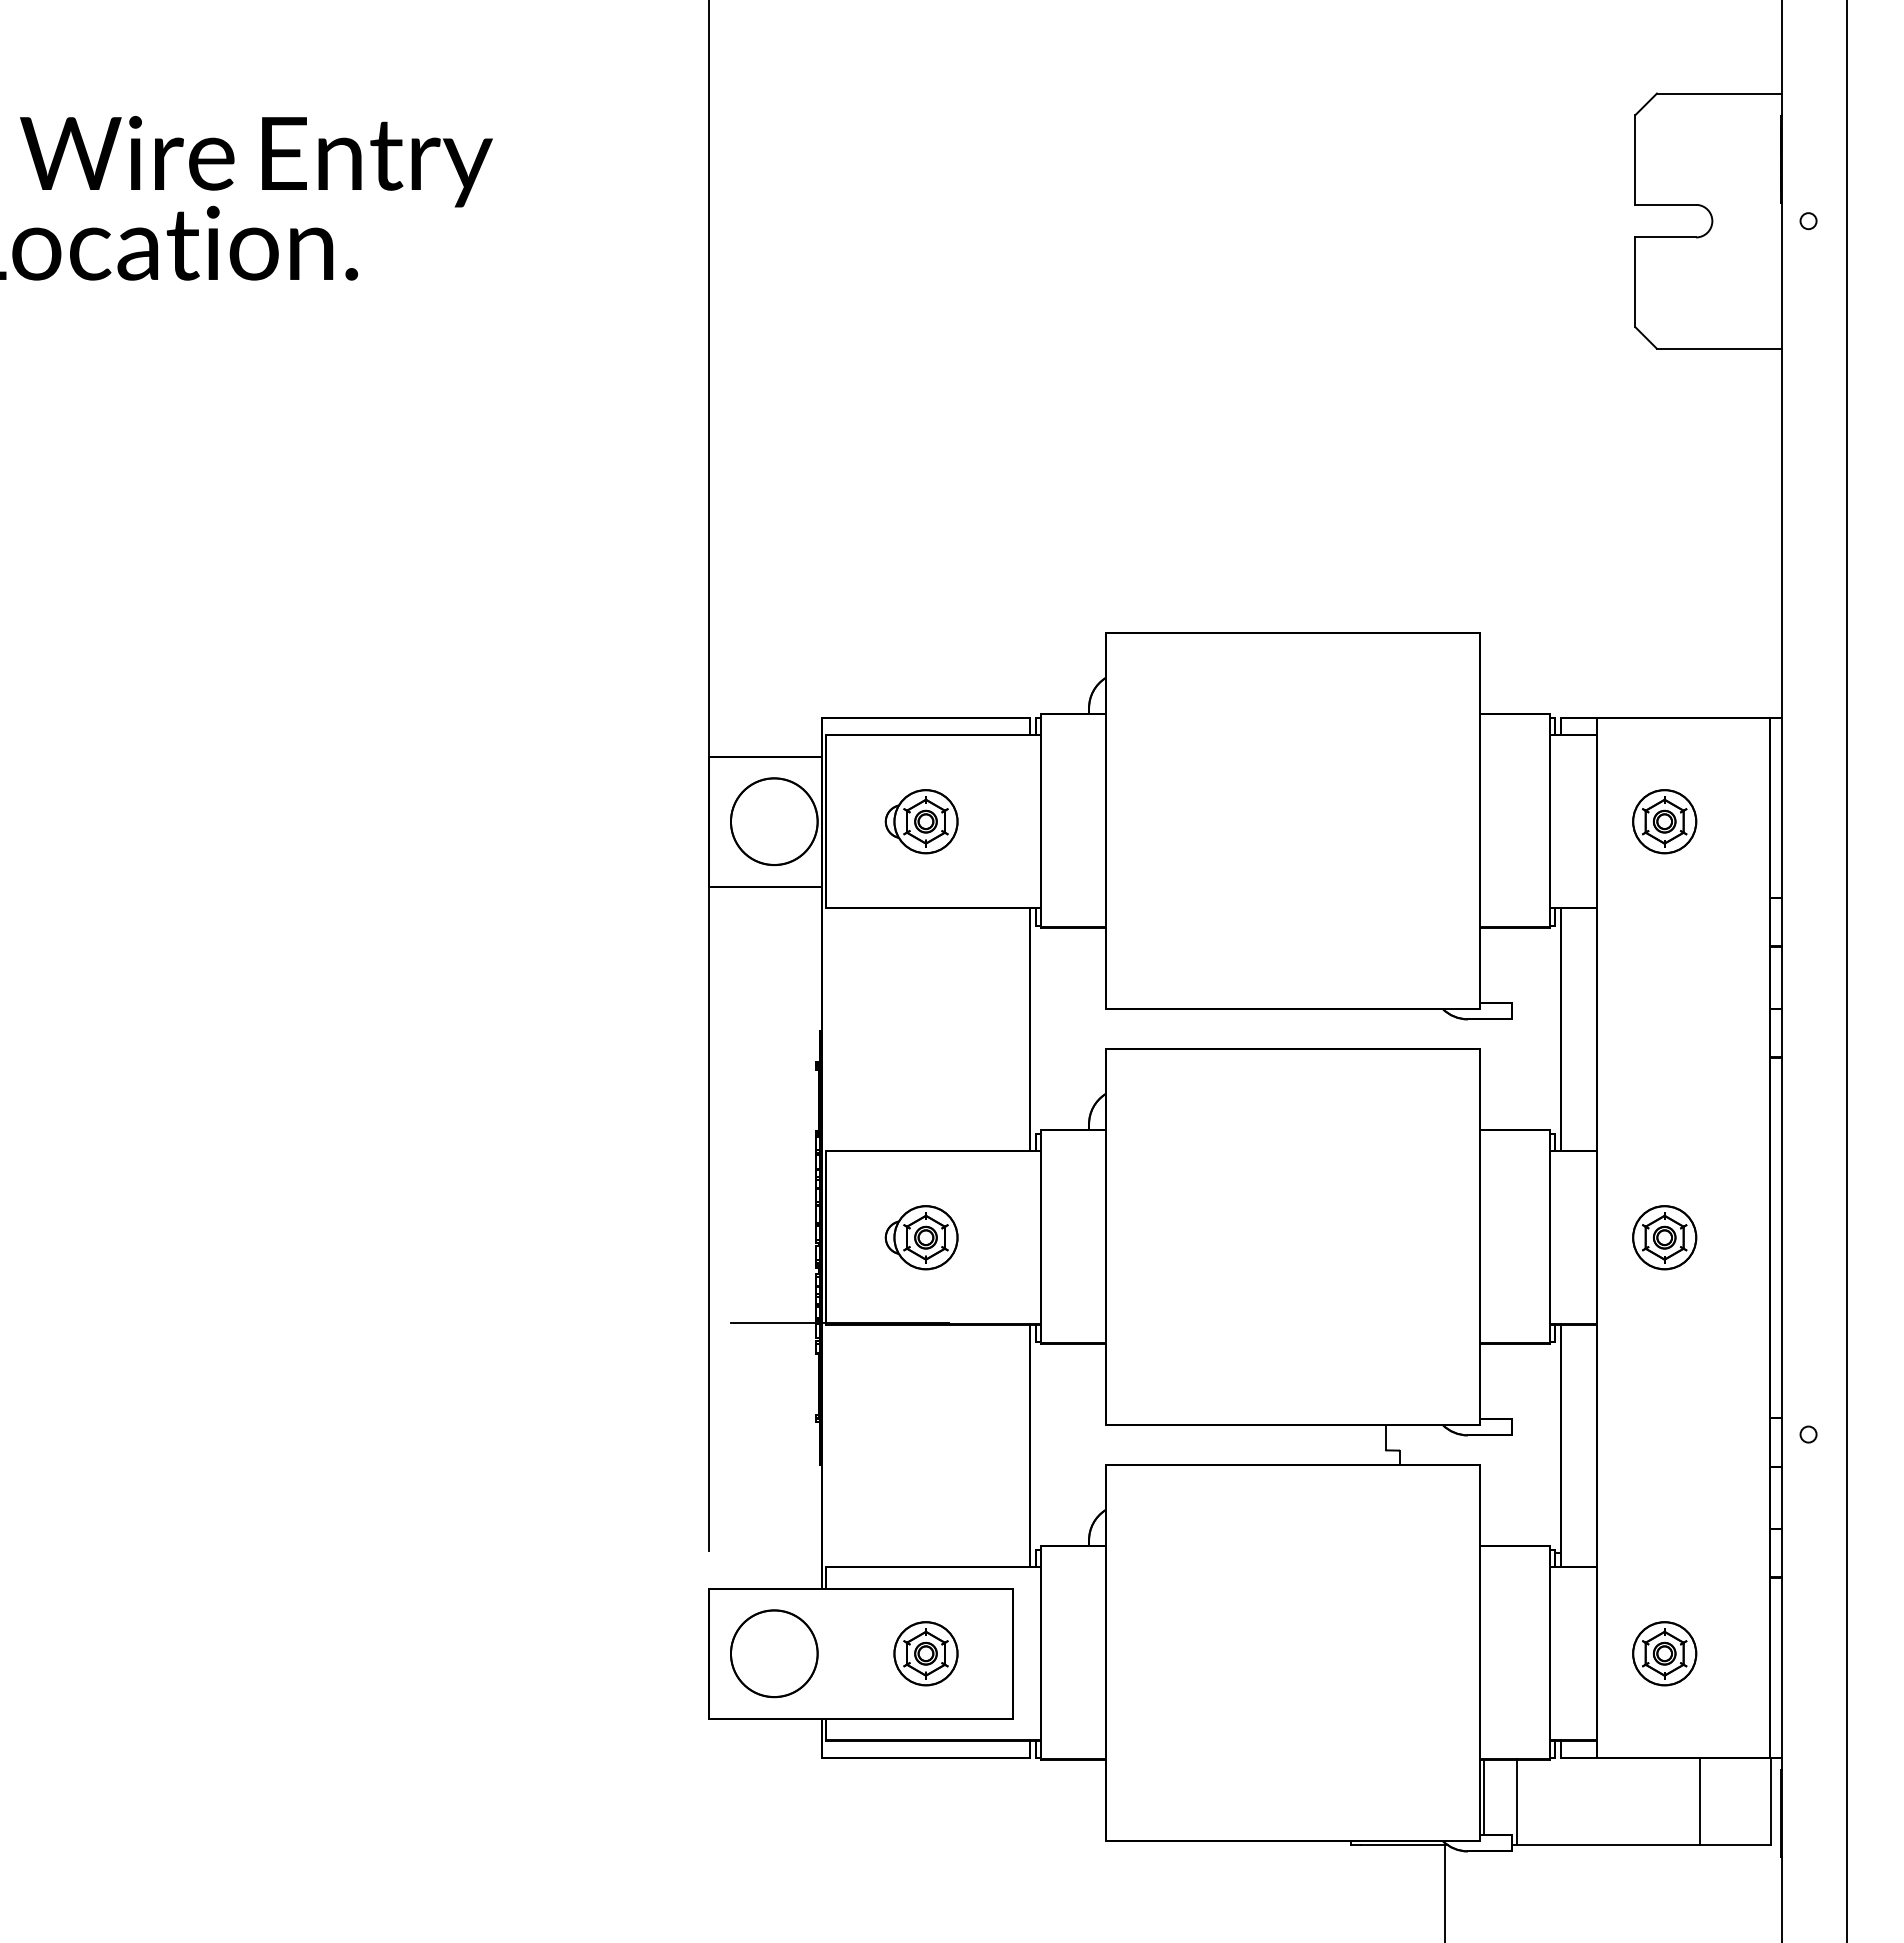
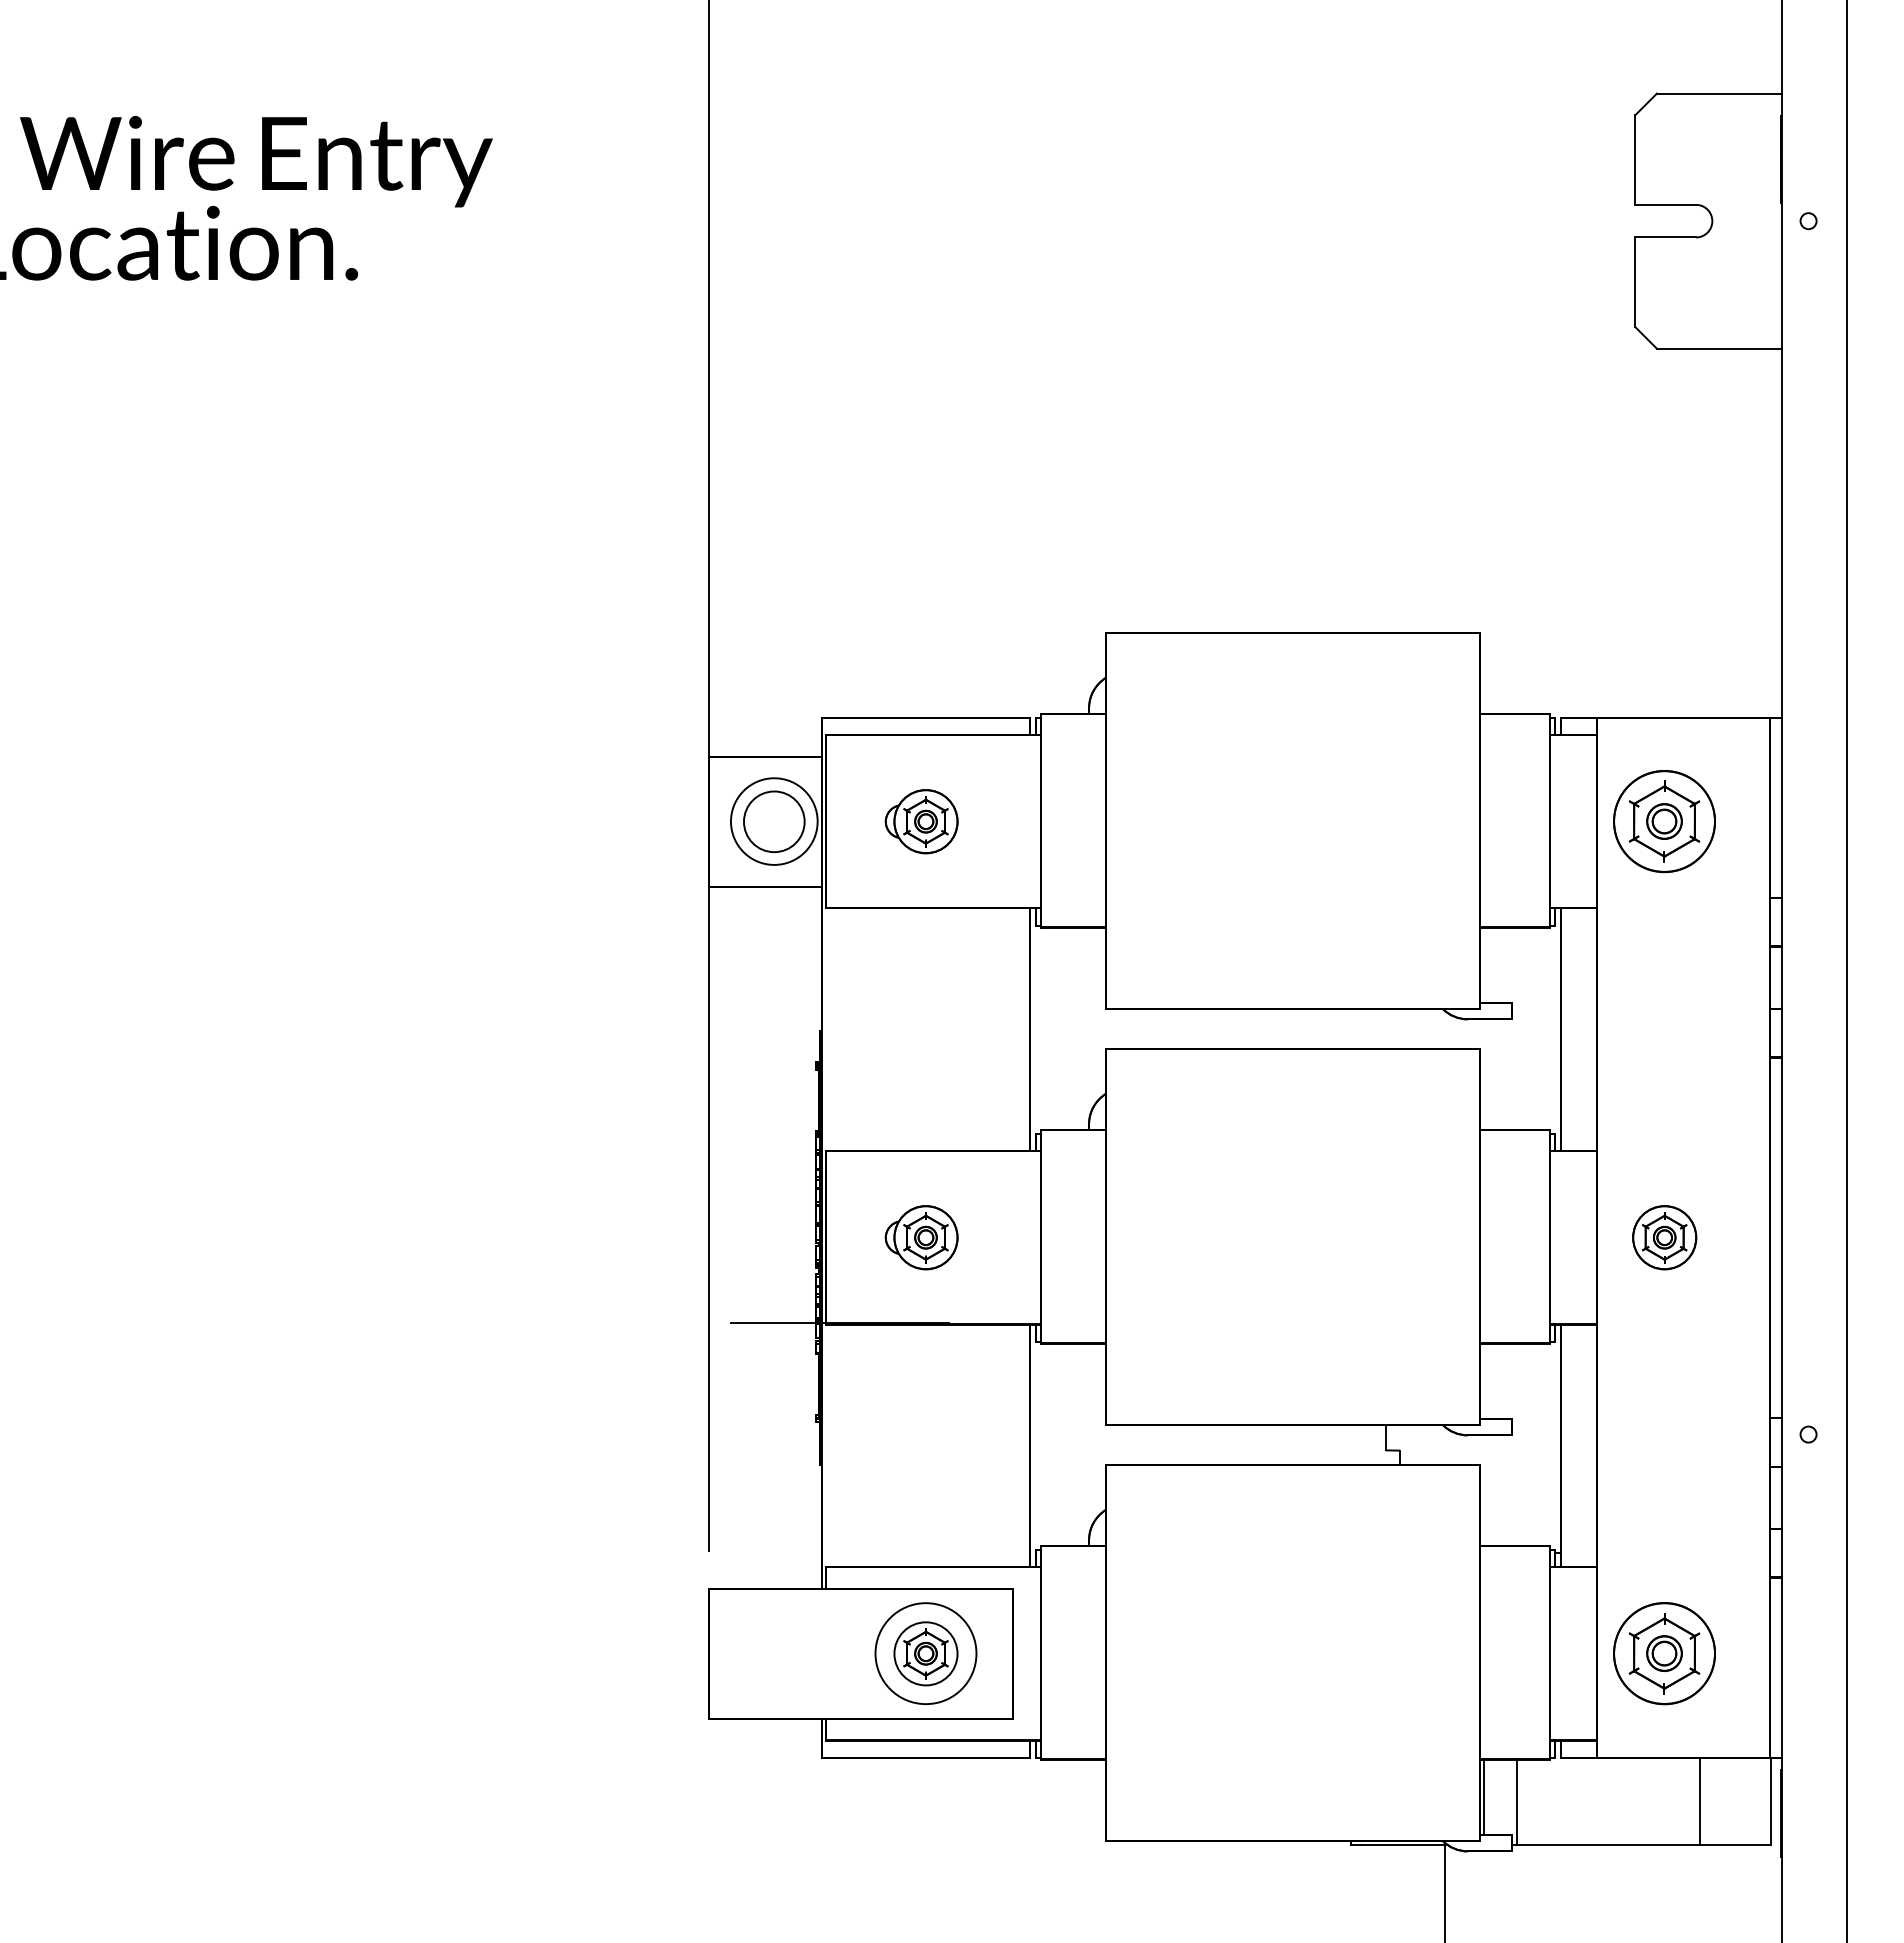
circle at (773, 821) diameter: 87 px -> 61 px
part at (1664, 821) size: 66x66 px -> 103x104 px
part at (774, 1653): present -> none
circle at (925, 1653) diameter: 63 px -> 101 px
part at (1664, 1653) size: 66x66 px -> 103x104 px
